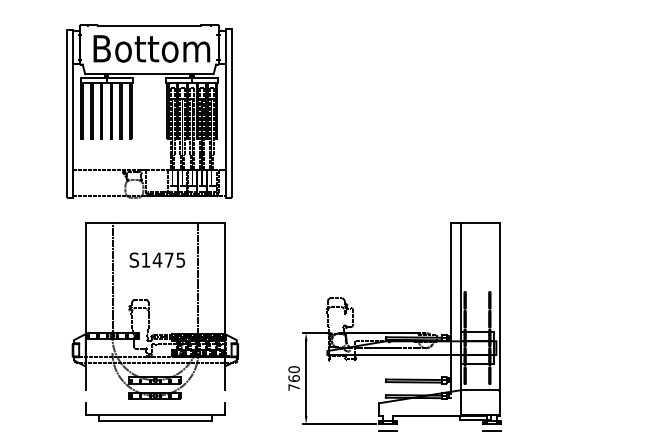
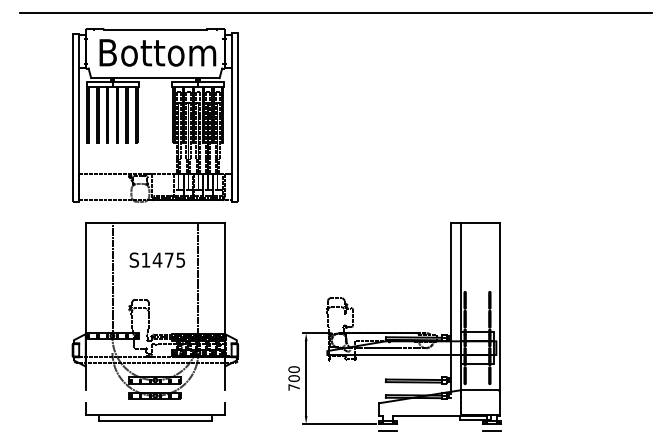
line at (335, 13): none -> present
part at (132, 111) position: (132, 111) -> (138, 115)
text at (293, 378): 760 -> 700
